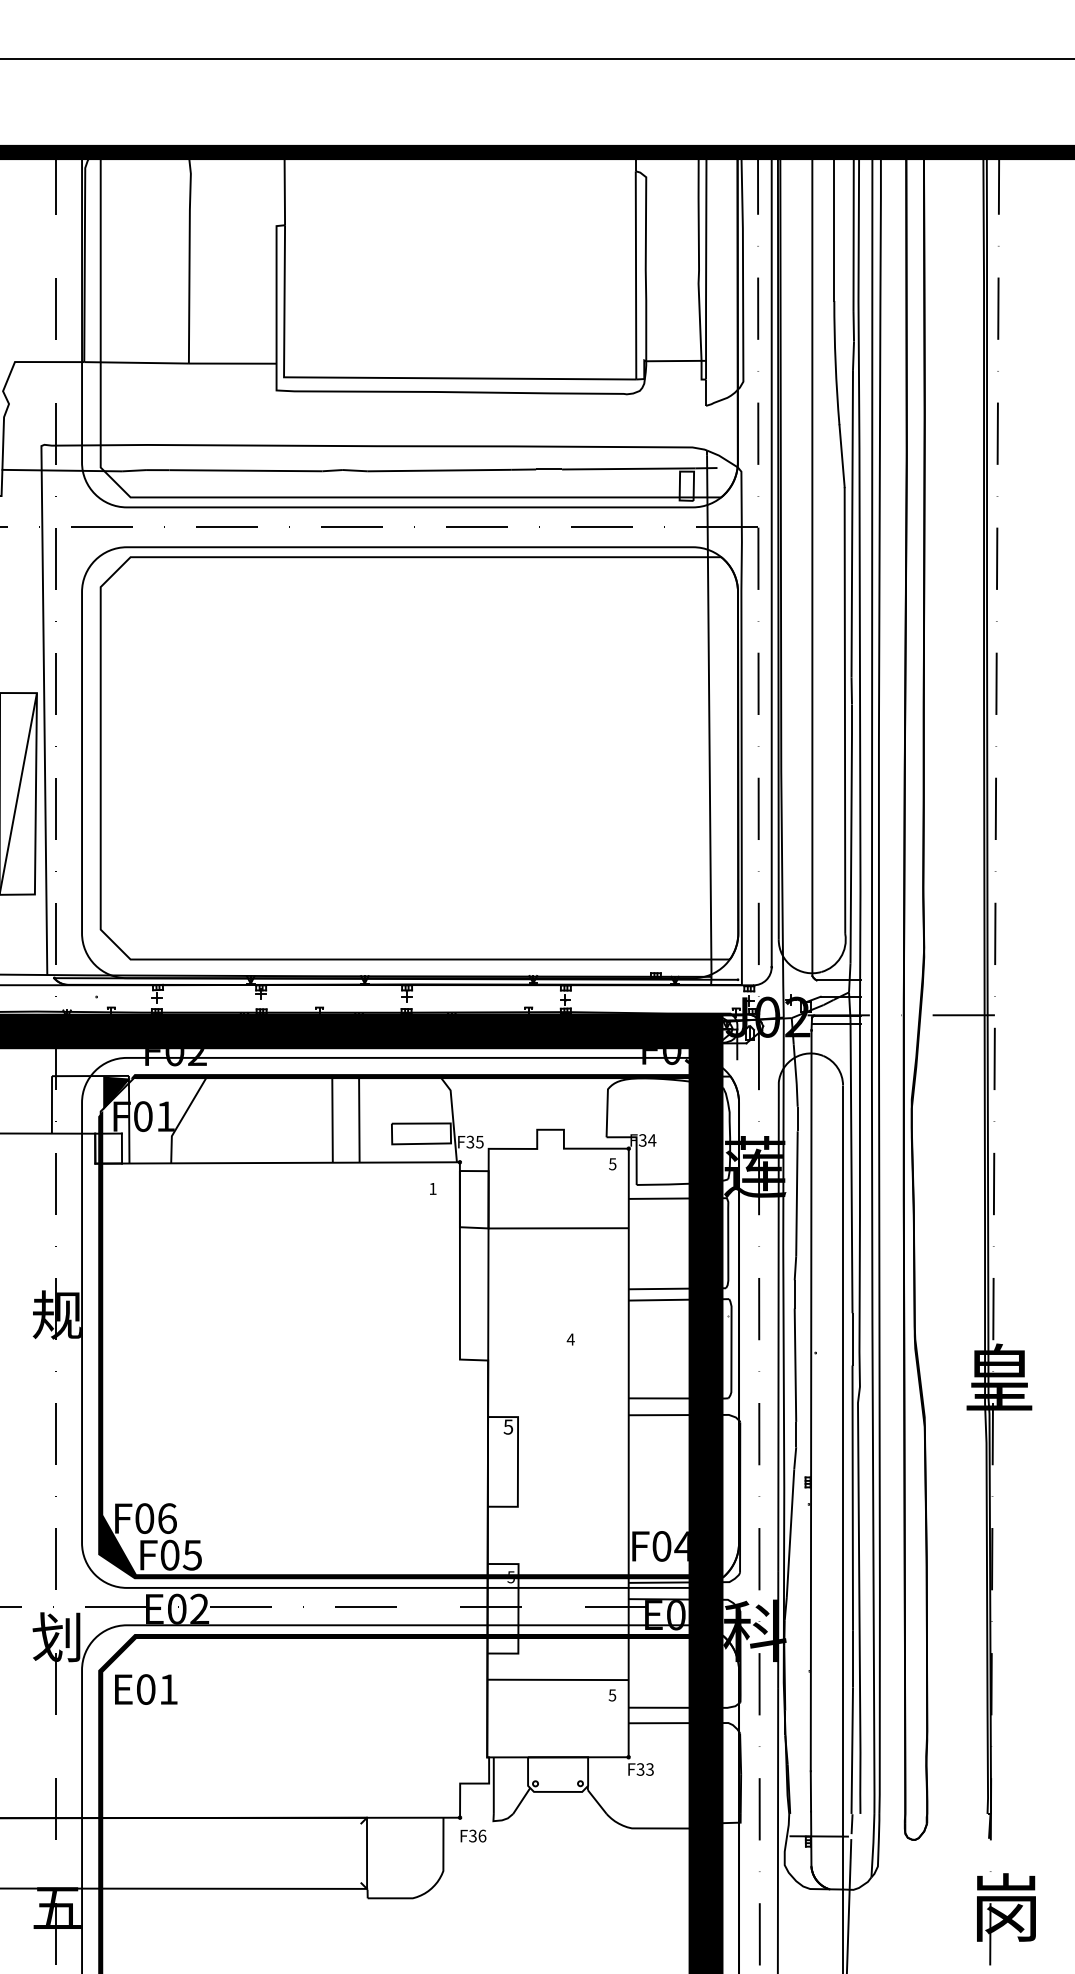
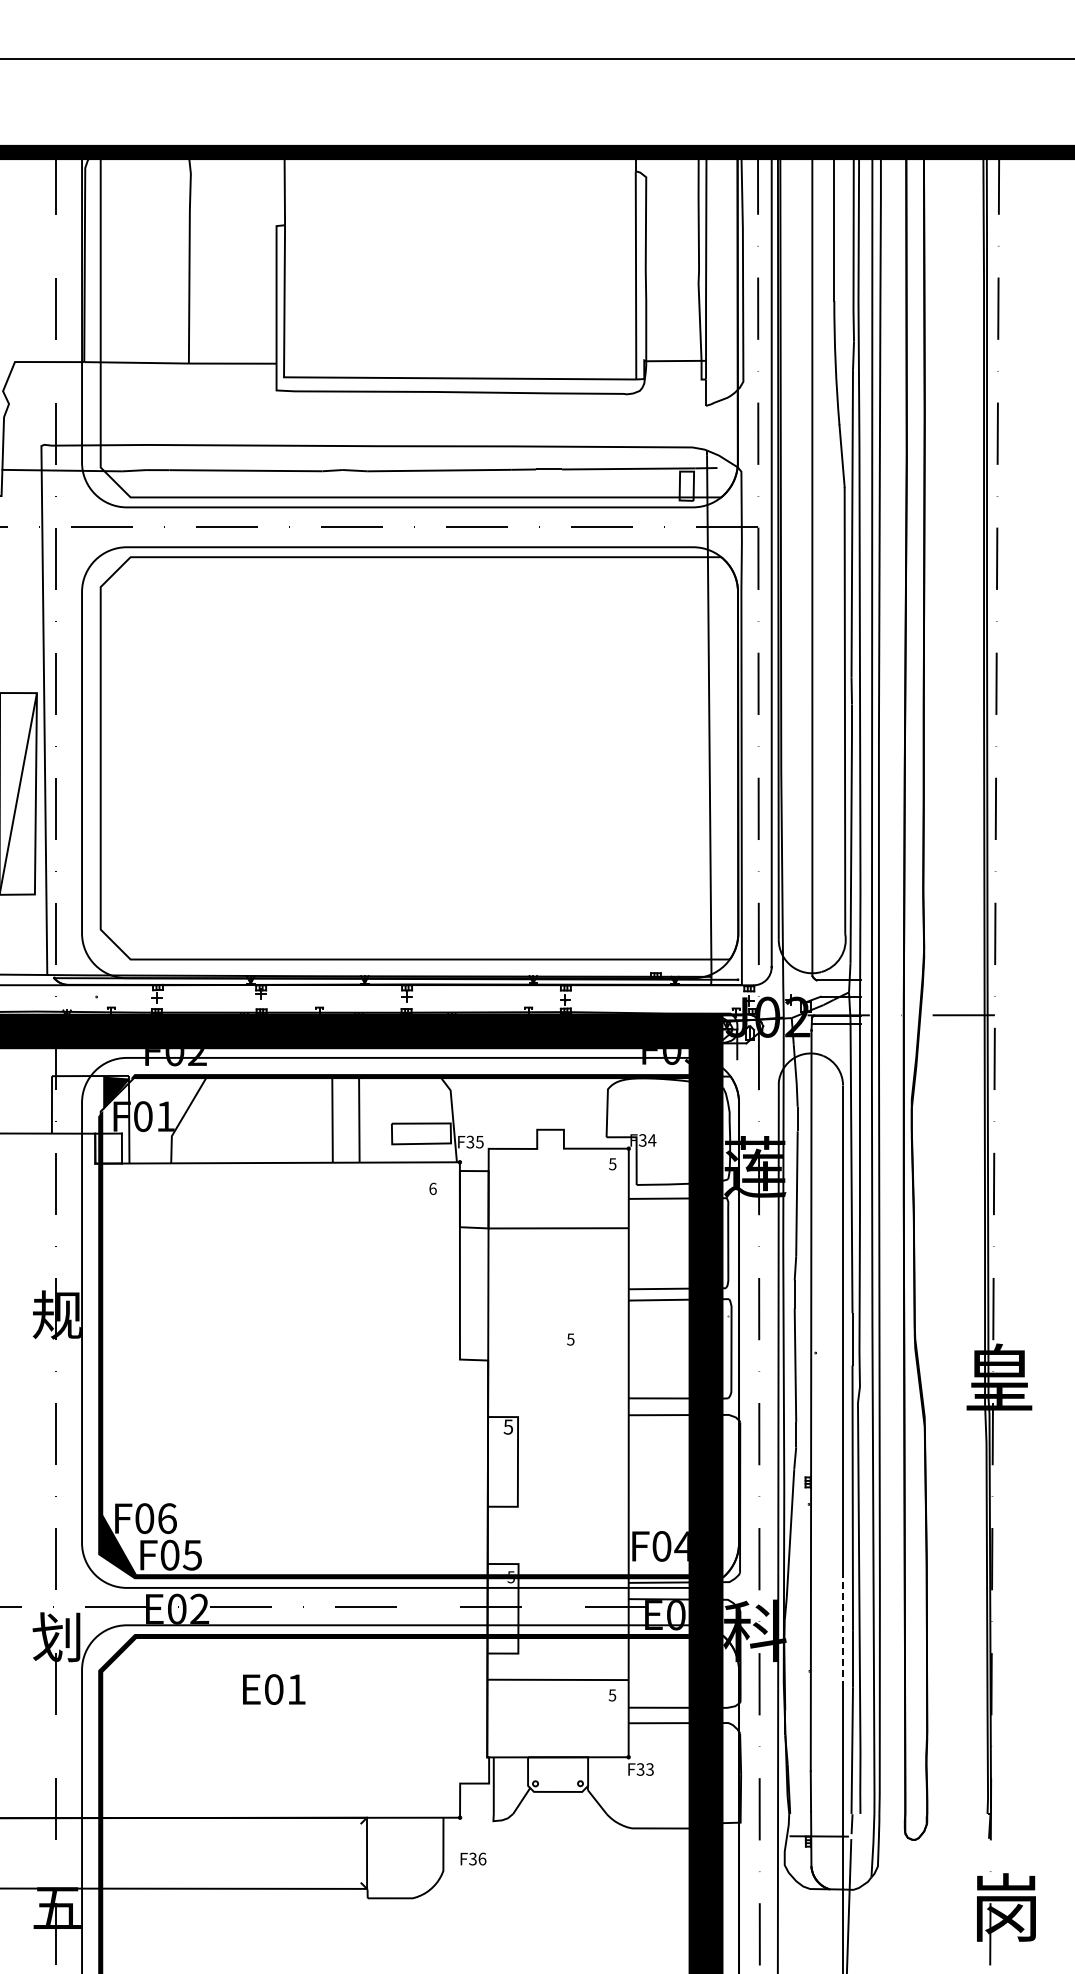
text at (432, 1188): 1 -> 6
text at (570, 1339): 4 -> 5
line at (843, 1629): solid -> dashed
text at (146, 1689) position: (146, 1689) -> (274, 1689)
text at (473, 1835) position: (473, 1835) -> (473, 1858)
